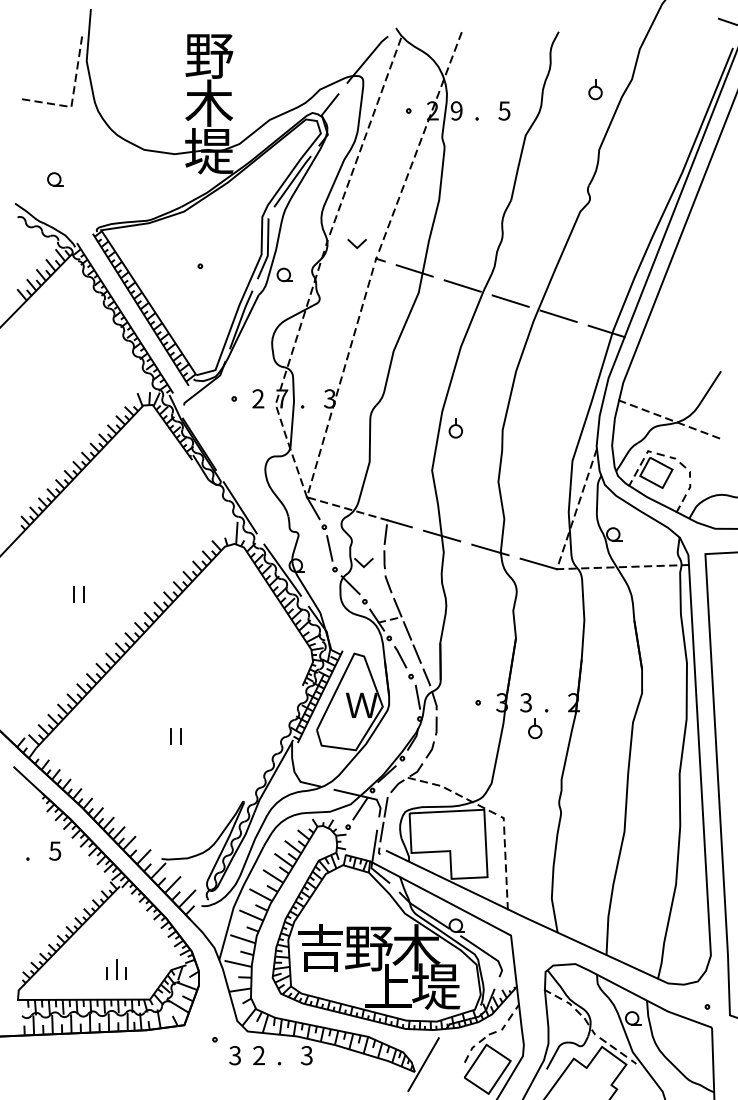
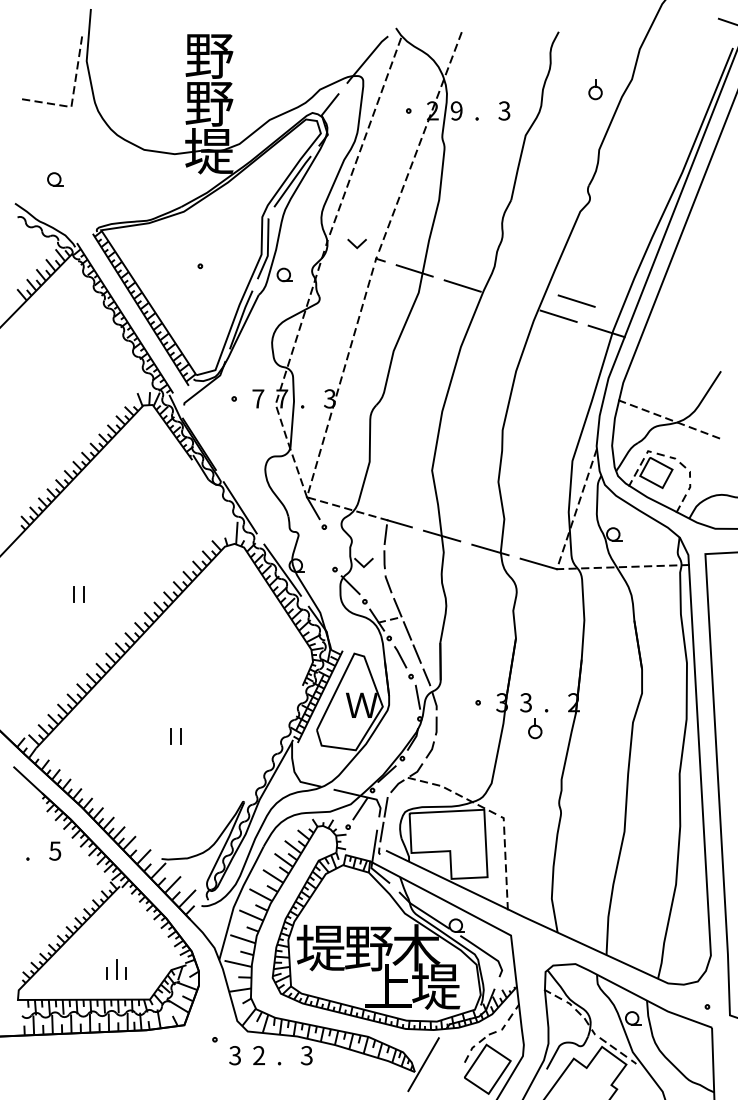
text at (209, 102): 木 -> 野
text at (504, 110): 5 -> 3
line at (510, 300) position: (510, 300) -> (576, 300)
text at (258, 398): 2 -> 7
part at (455, 428): present -> none
line at (329, 548): present -> none
text at (320, 947): 吉 -> 堤
